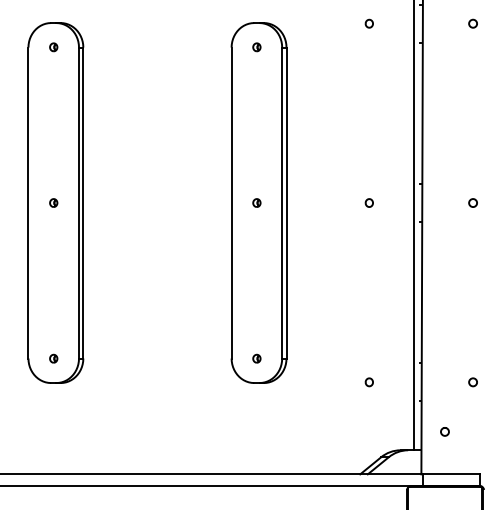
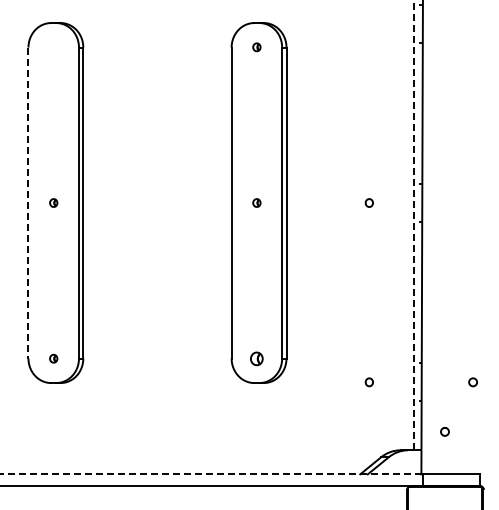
part at (368, 23): present -> none
circle at (472, 23): present -> none
part at (53, 47): present -> none
circle at (472, 202): present -> none
line at (28, 203): solid -> dashed
line at (413, 225): solid -> dashed
part at (256, 358) size: 10x11 px -> 14x16 px
line at (212, 474): solid -> dashed
